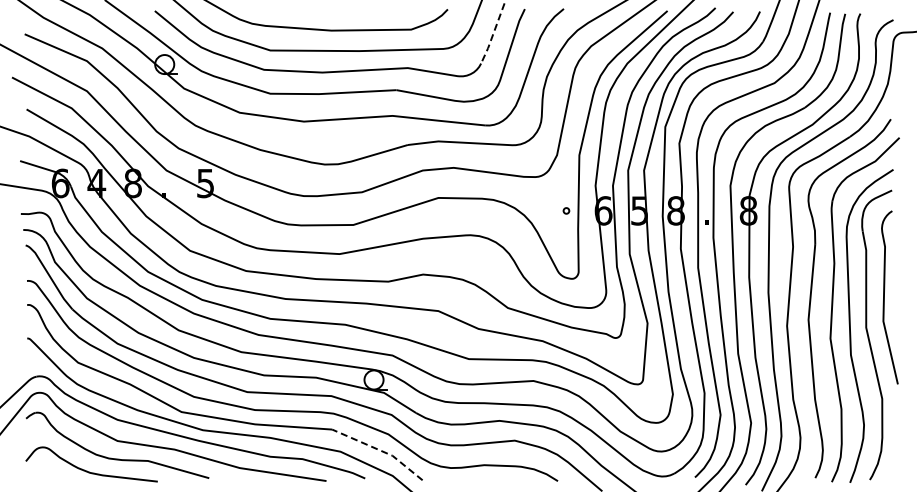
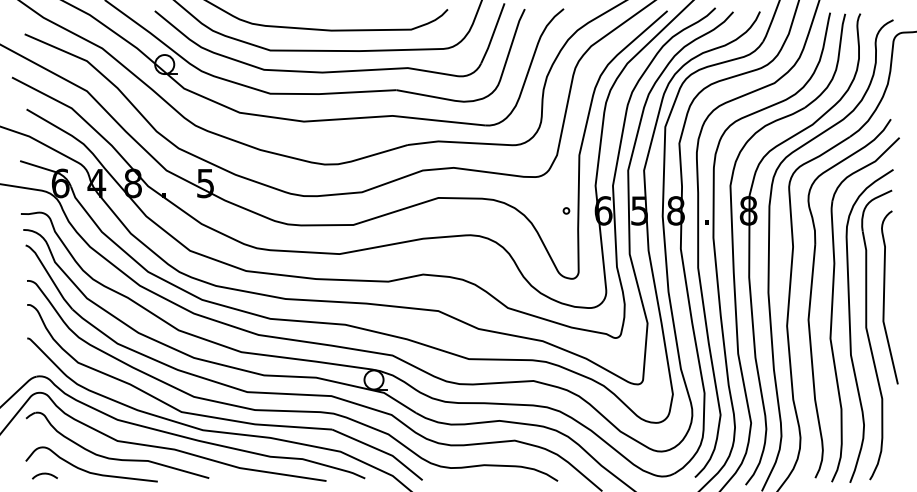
line at (493, 34): dashed -> solid
line at (380, 450): dashed -> solid
curve at (44, 474): none -> present
